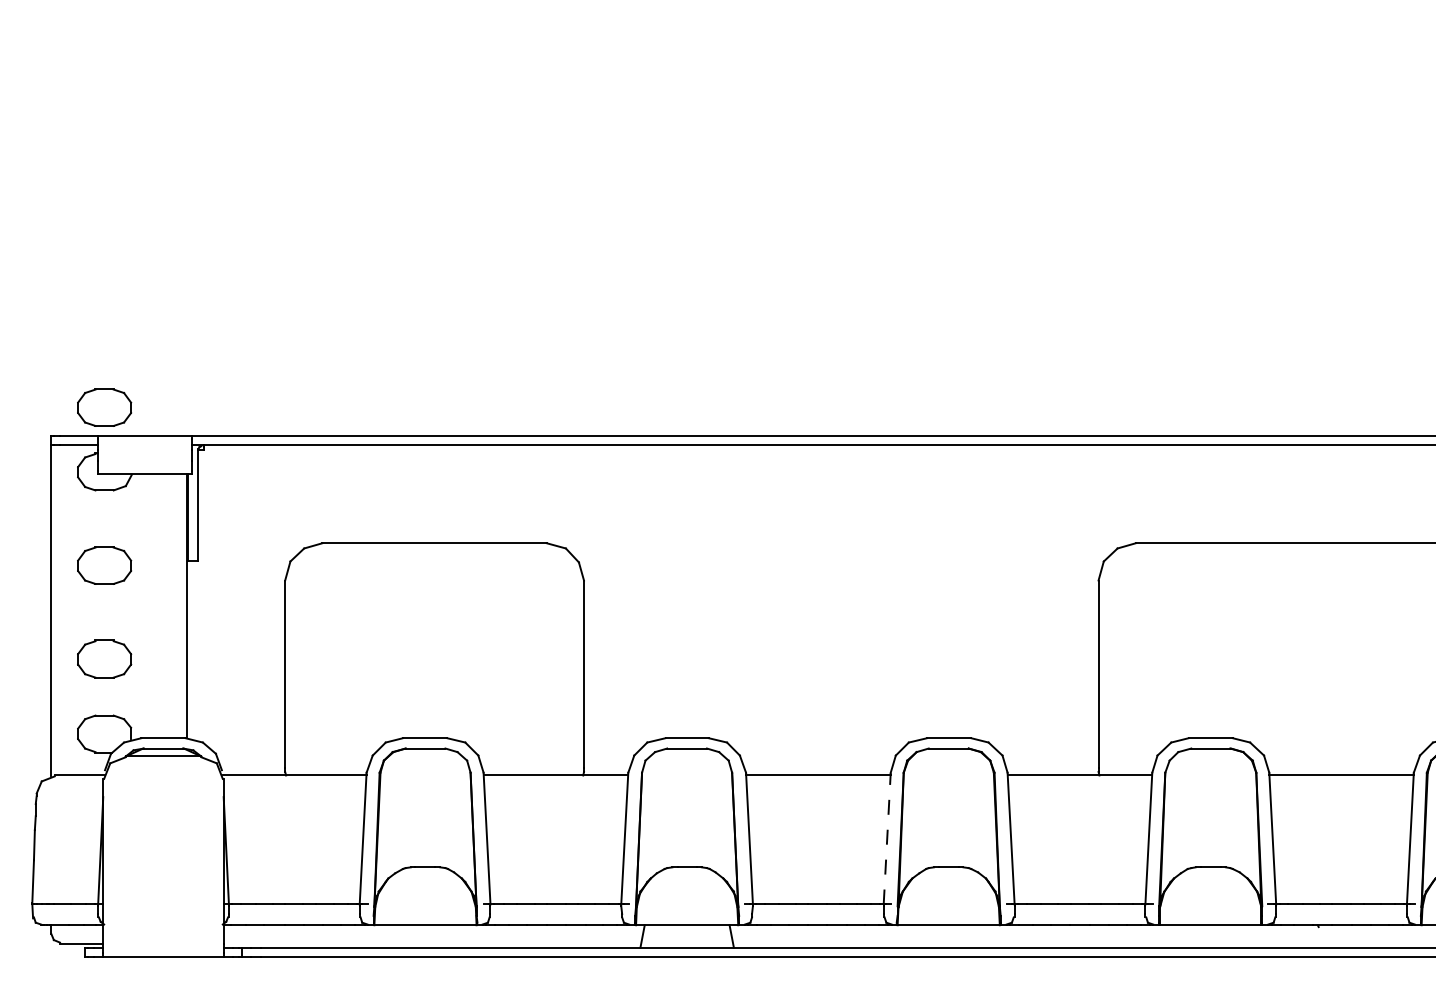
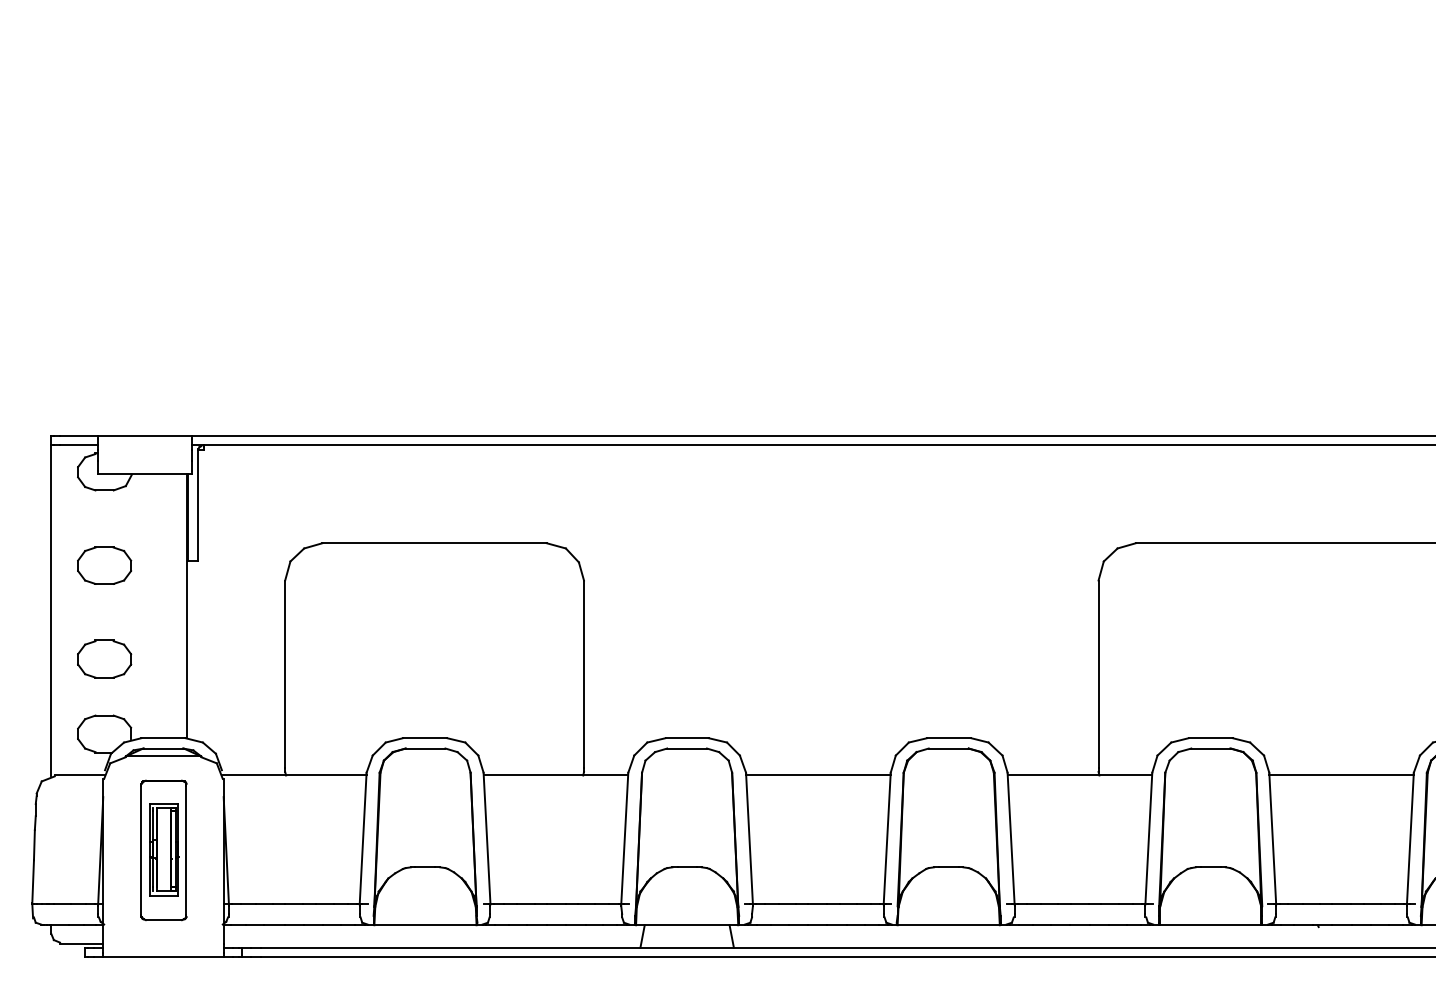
part at (104, 407): present -> none
line at (887, 838): dashed -> solid
part at (163, 850): none -> present
